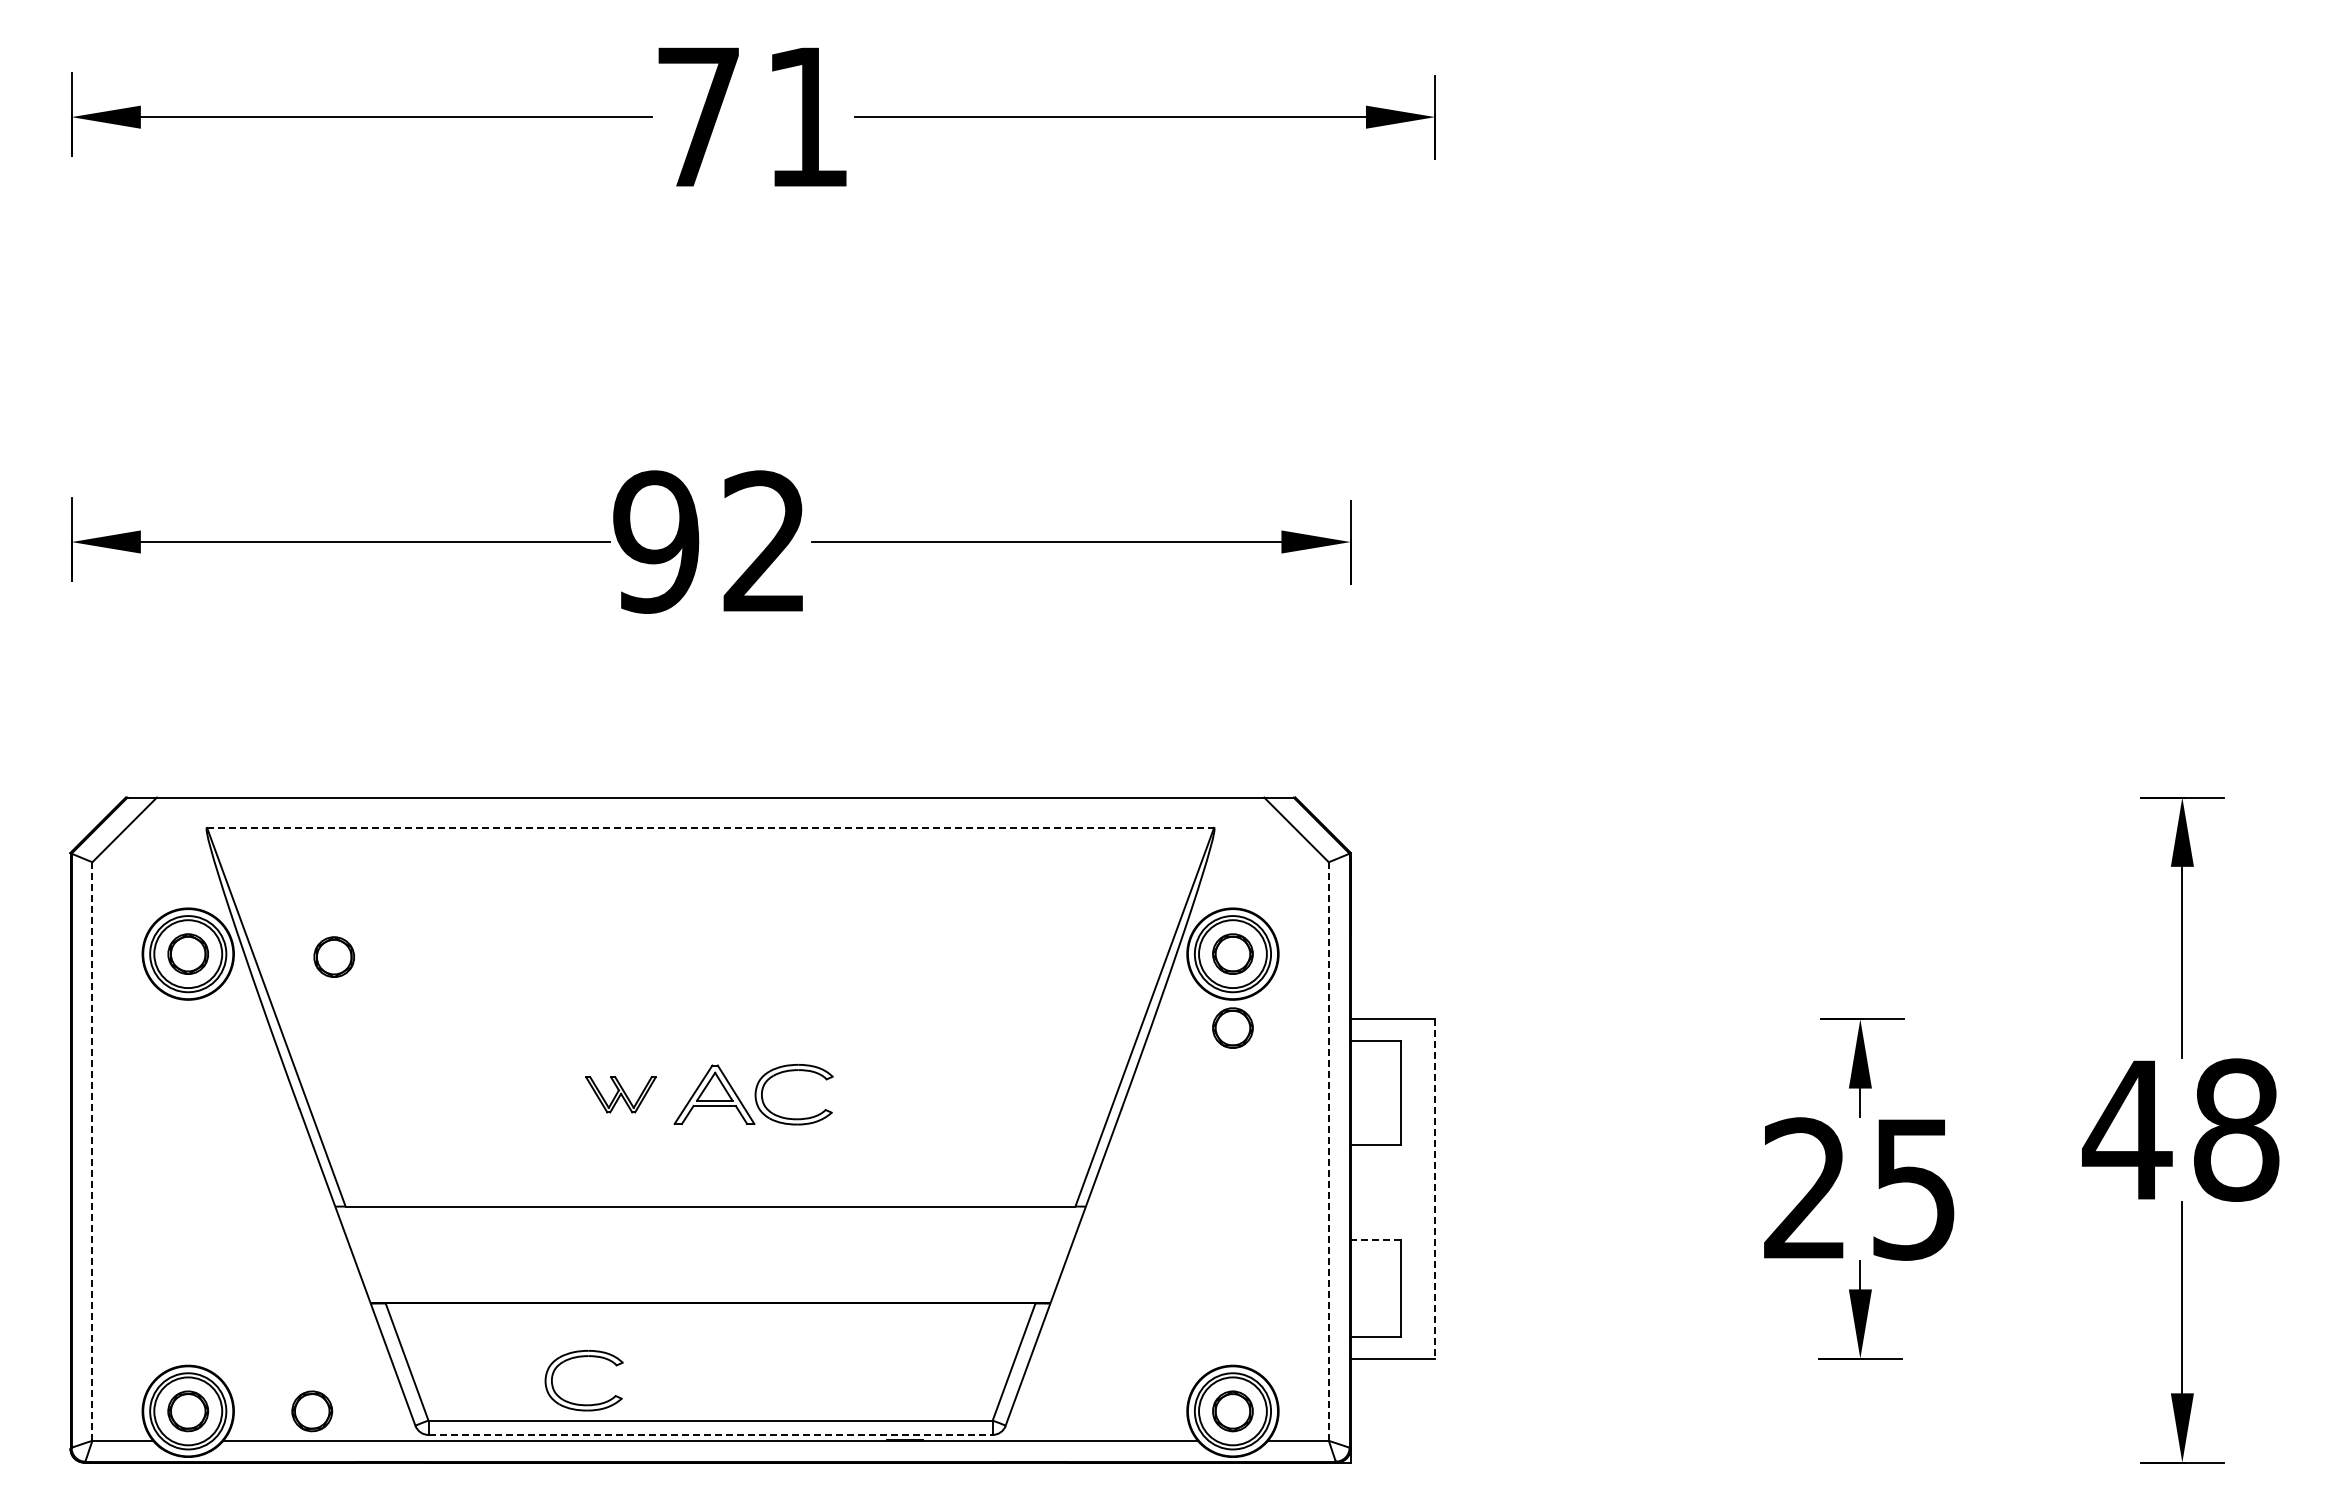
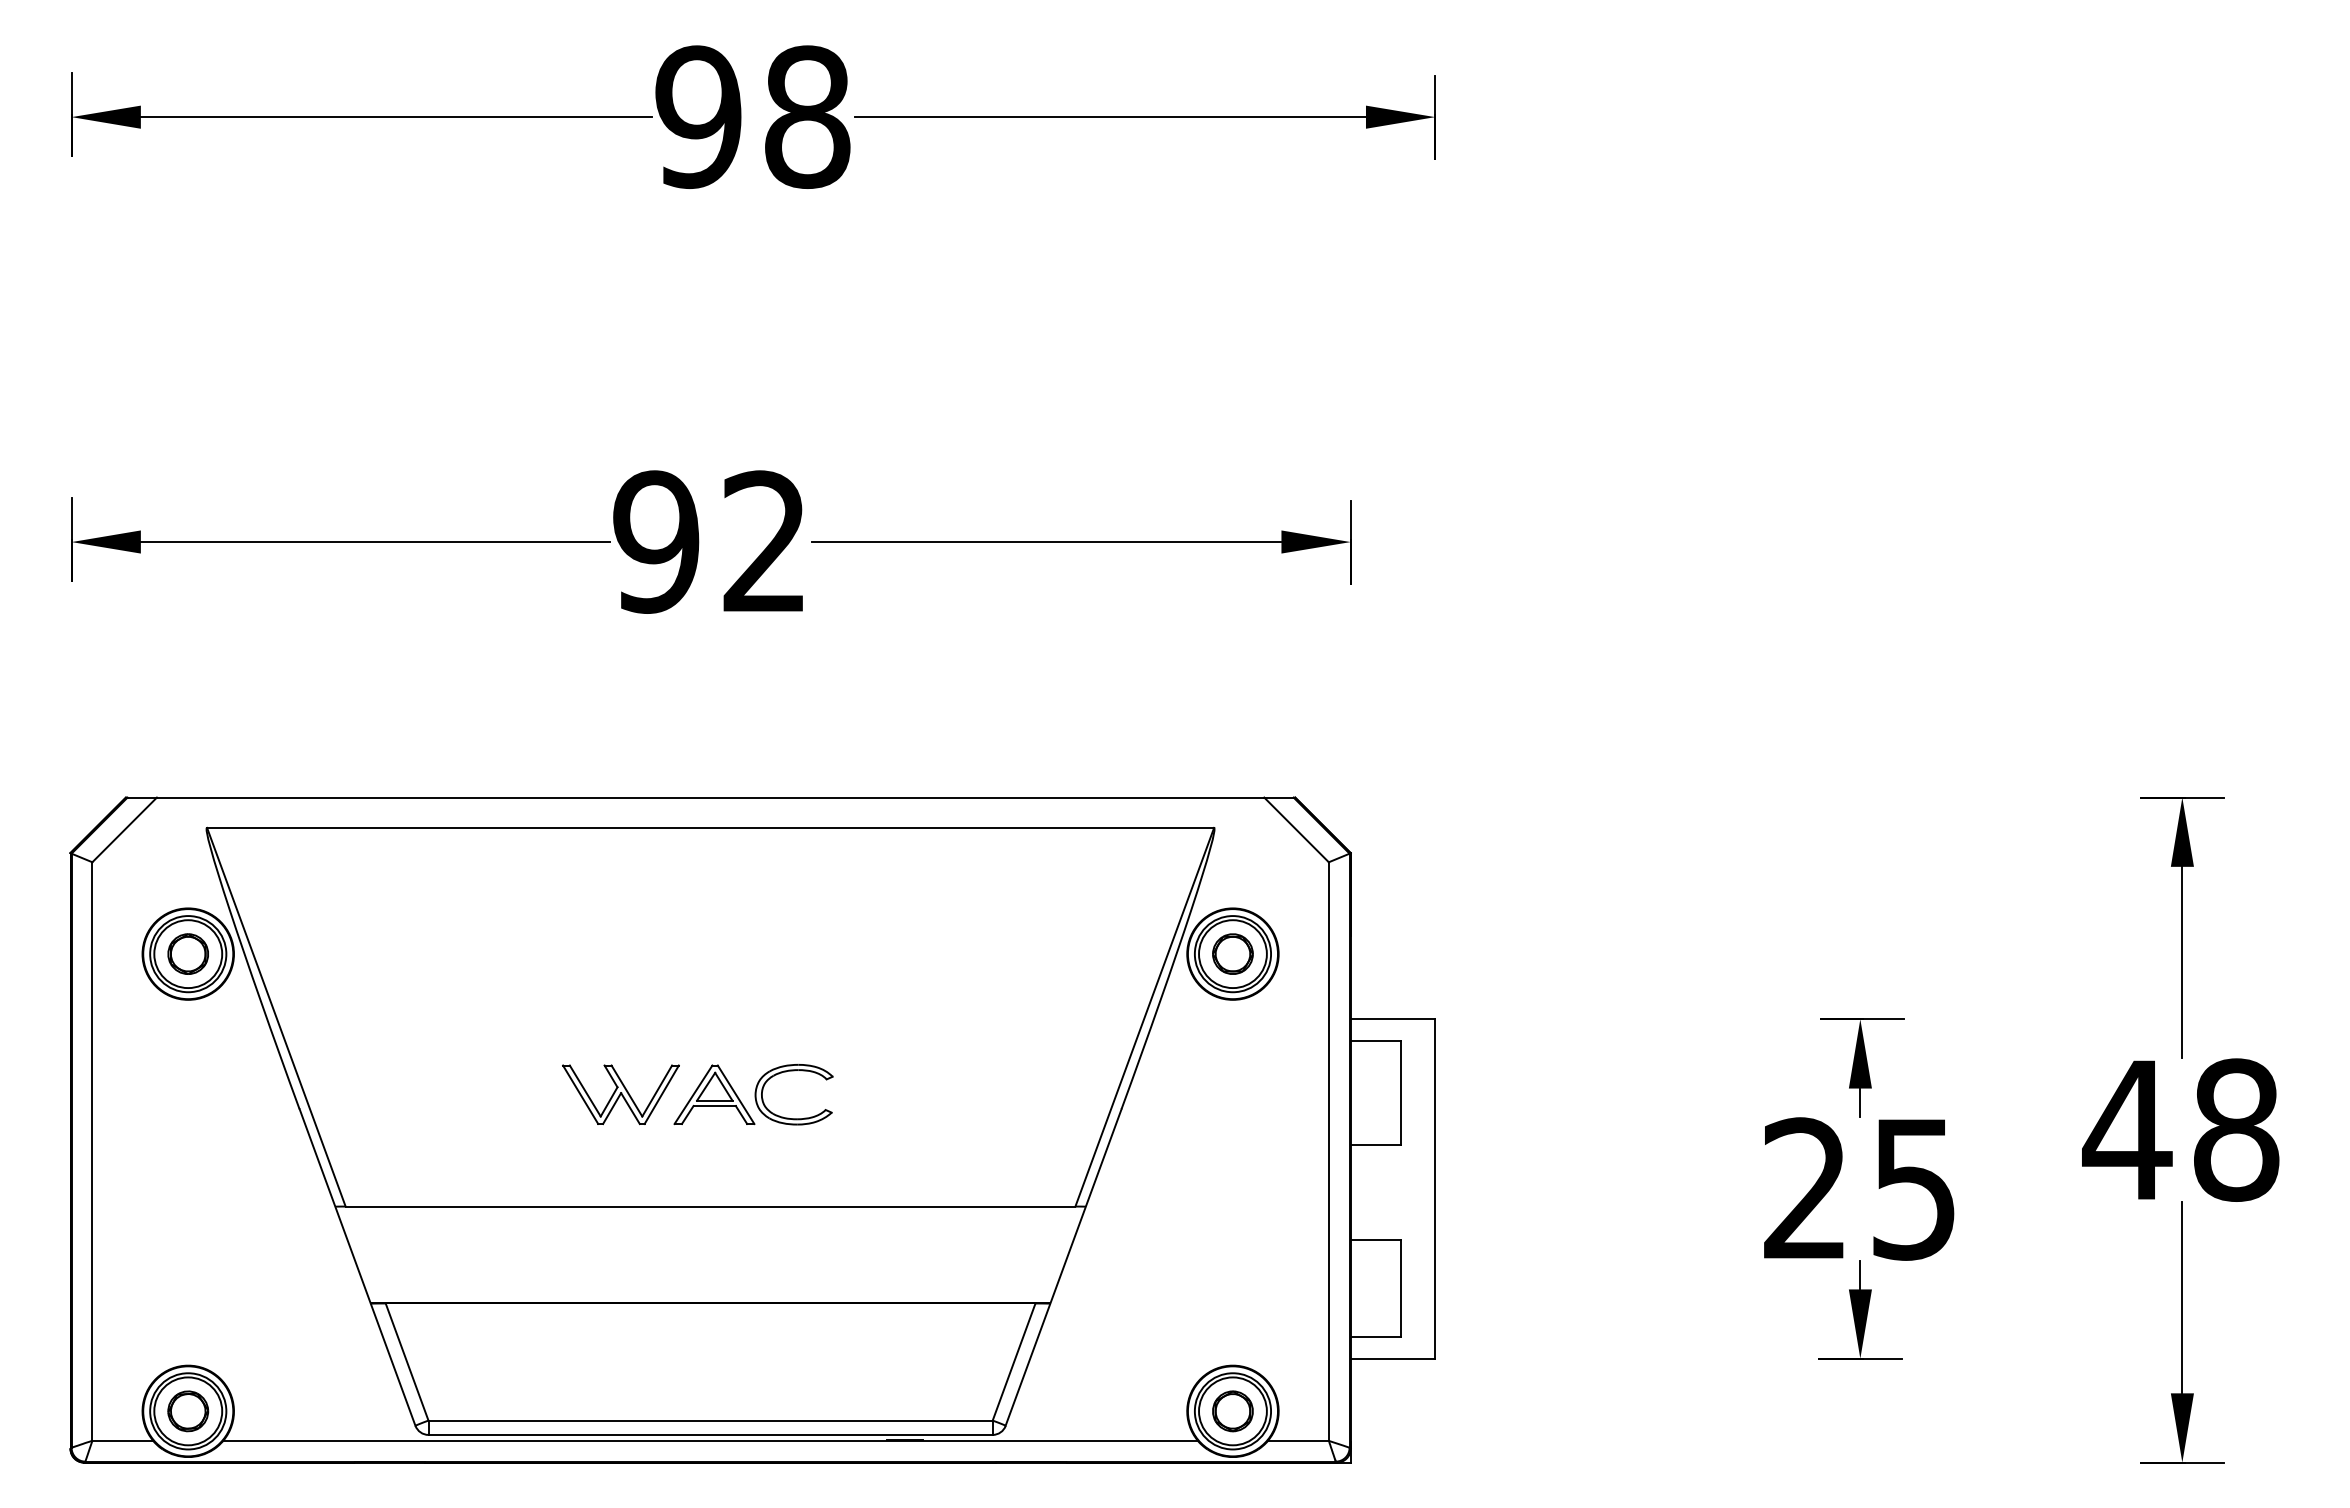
text at (752, 116): 71 -> 98
line at (710, 827): dashed -> solid
part at (333, 956): present -> none
part at (1232, 1027): present -> none
part at (620, 1094) size: 72x38 px -> 118x62 px
line at (1328, 1151): dashed -> solid
line at (92, 1152): dashed -> solid
line at (1435, 1188): dashed -> solid
line at (1375, 1239): dashed -> solid
part at (583, 1357): present -> none
part at (312, 1411): present -> none
line at (711, 1434): dashed -> solid
